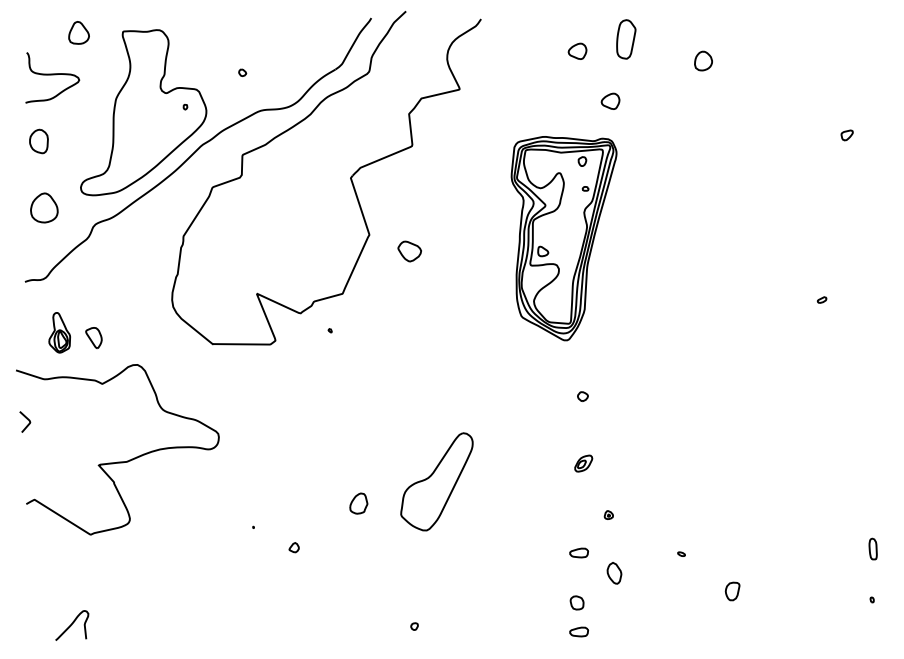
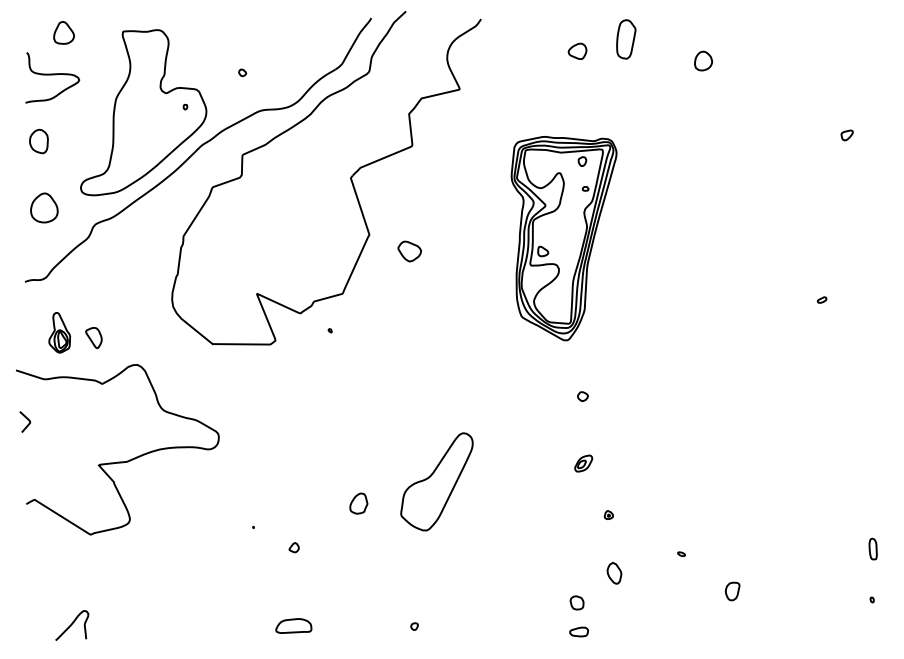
part at (78, 32) position: (78, 32) -> (63, 32)
part at (610, 100): present -> none
part at (578, 552): present -> none
part at (293, 625): none -> present
